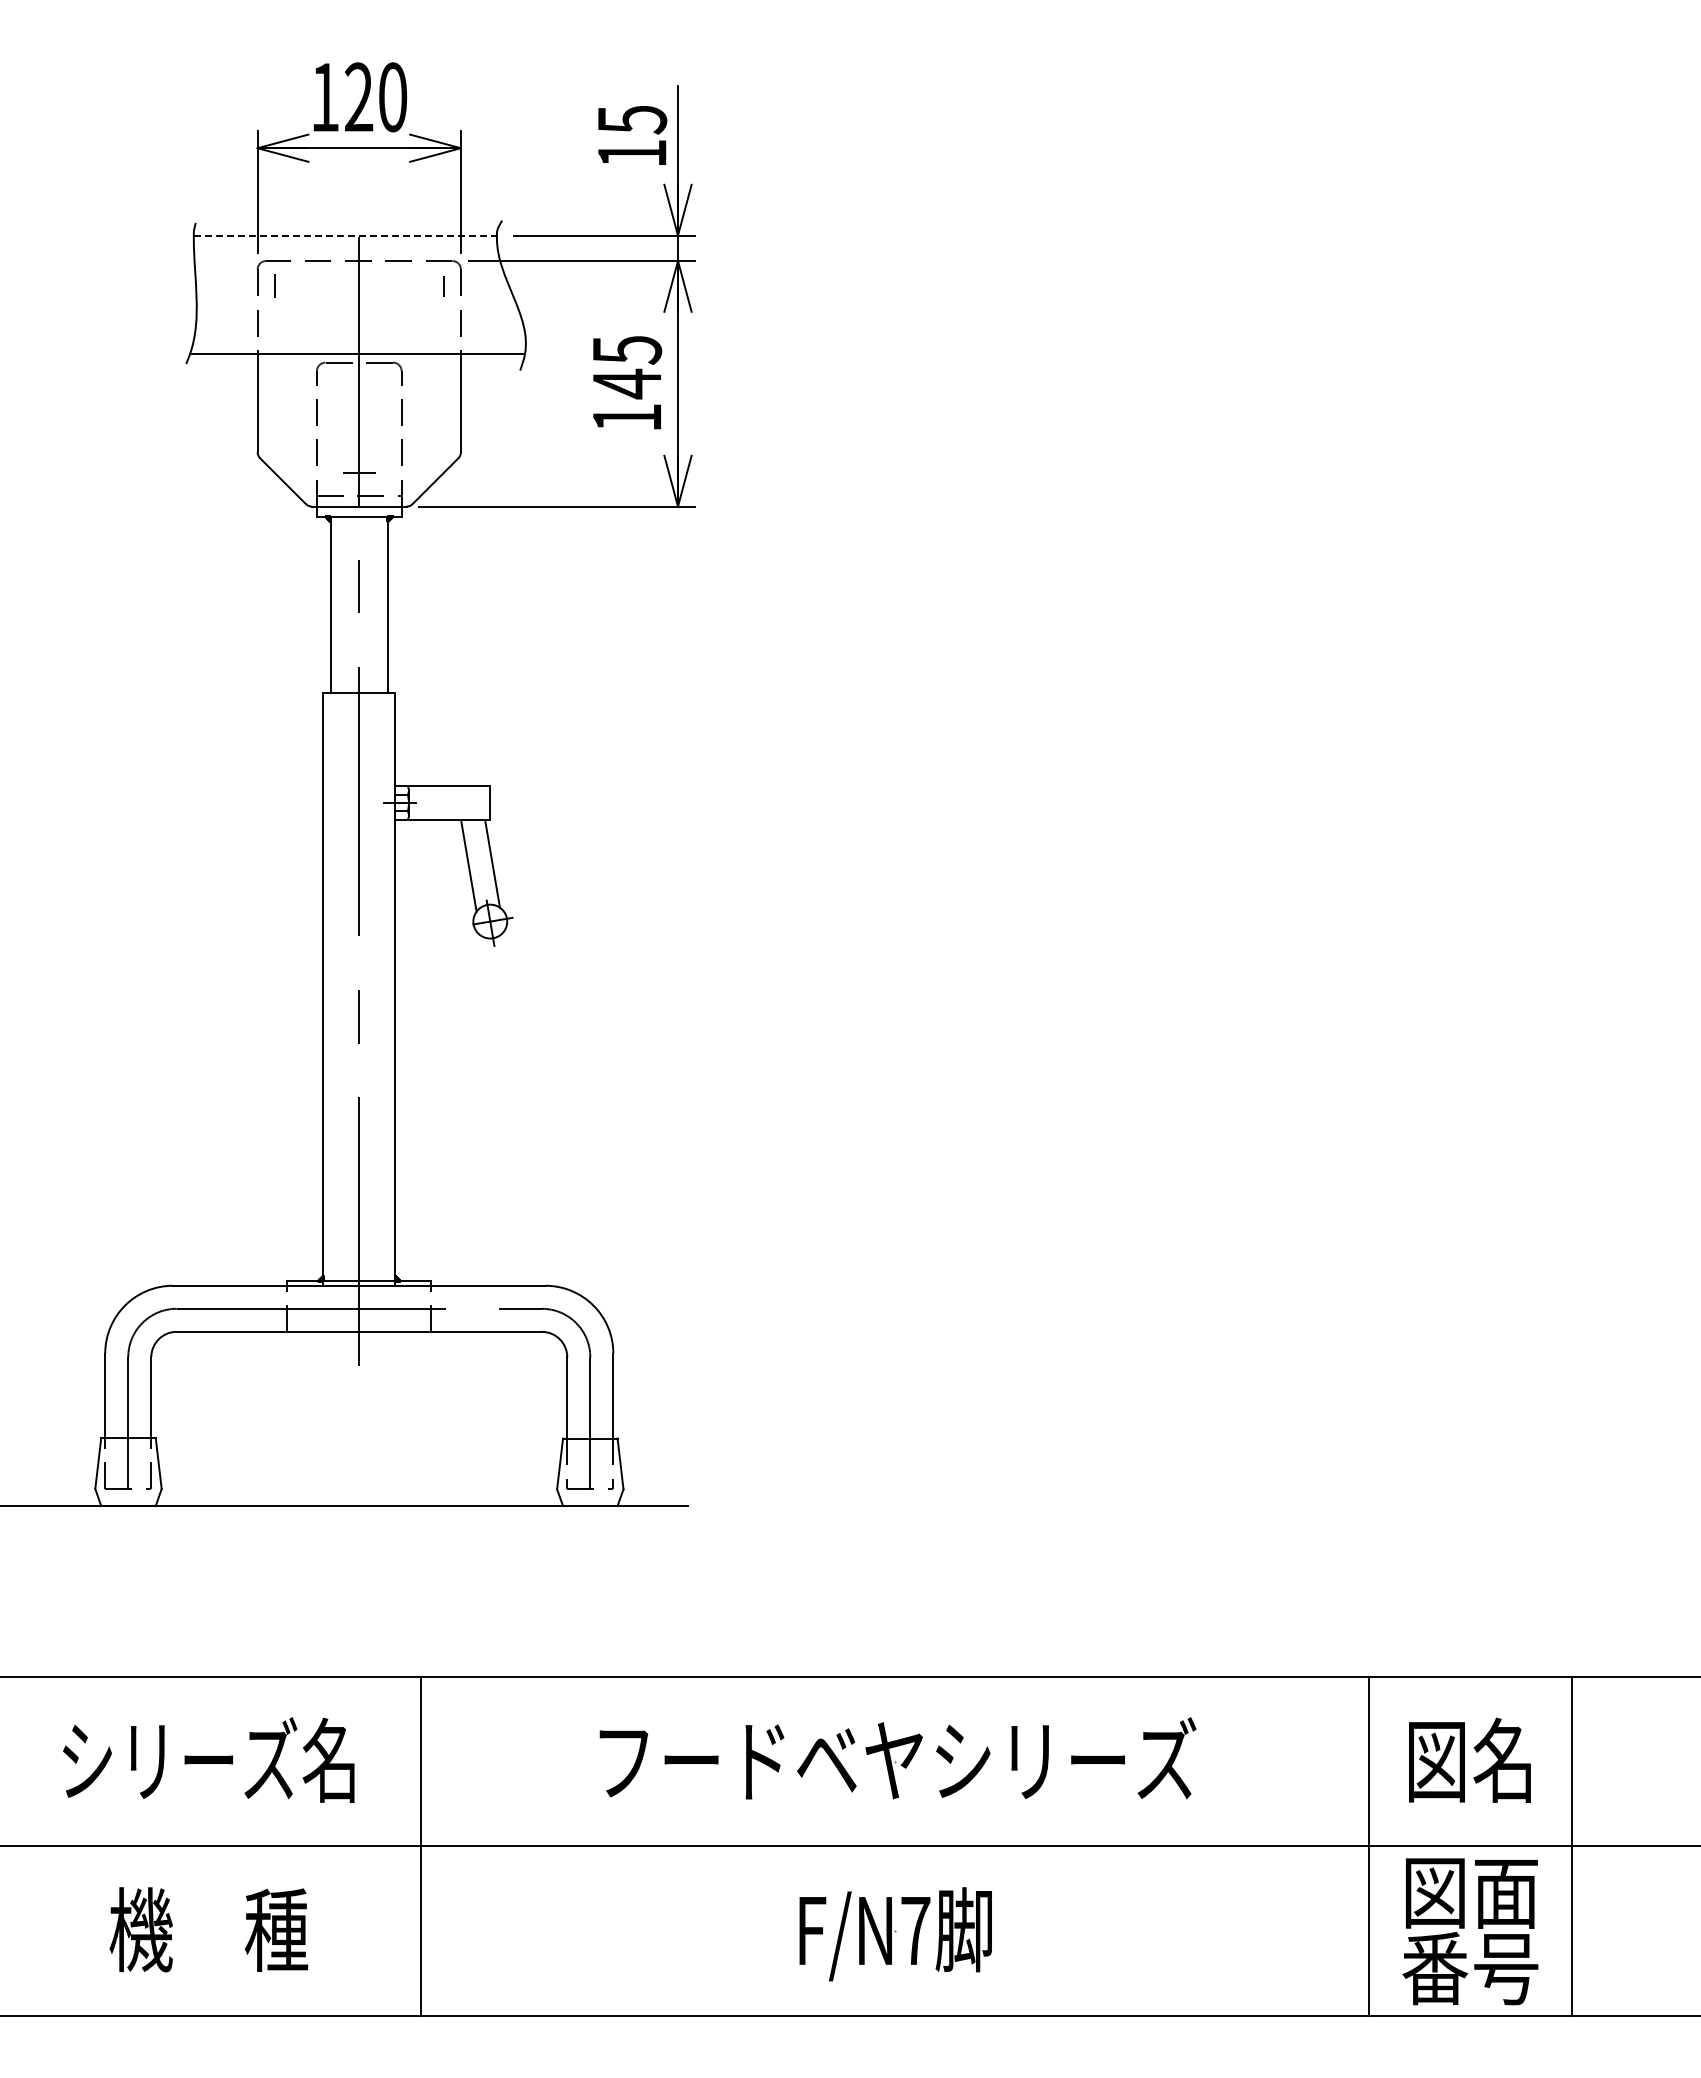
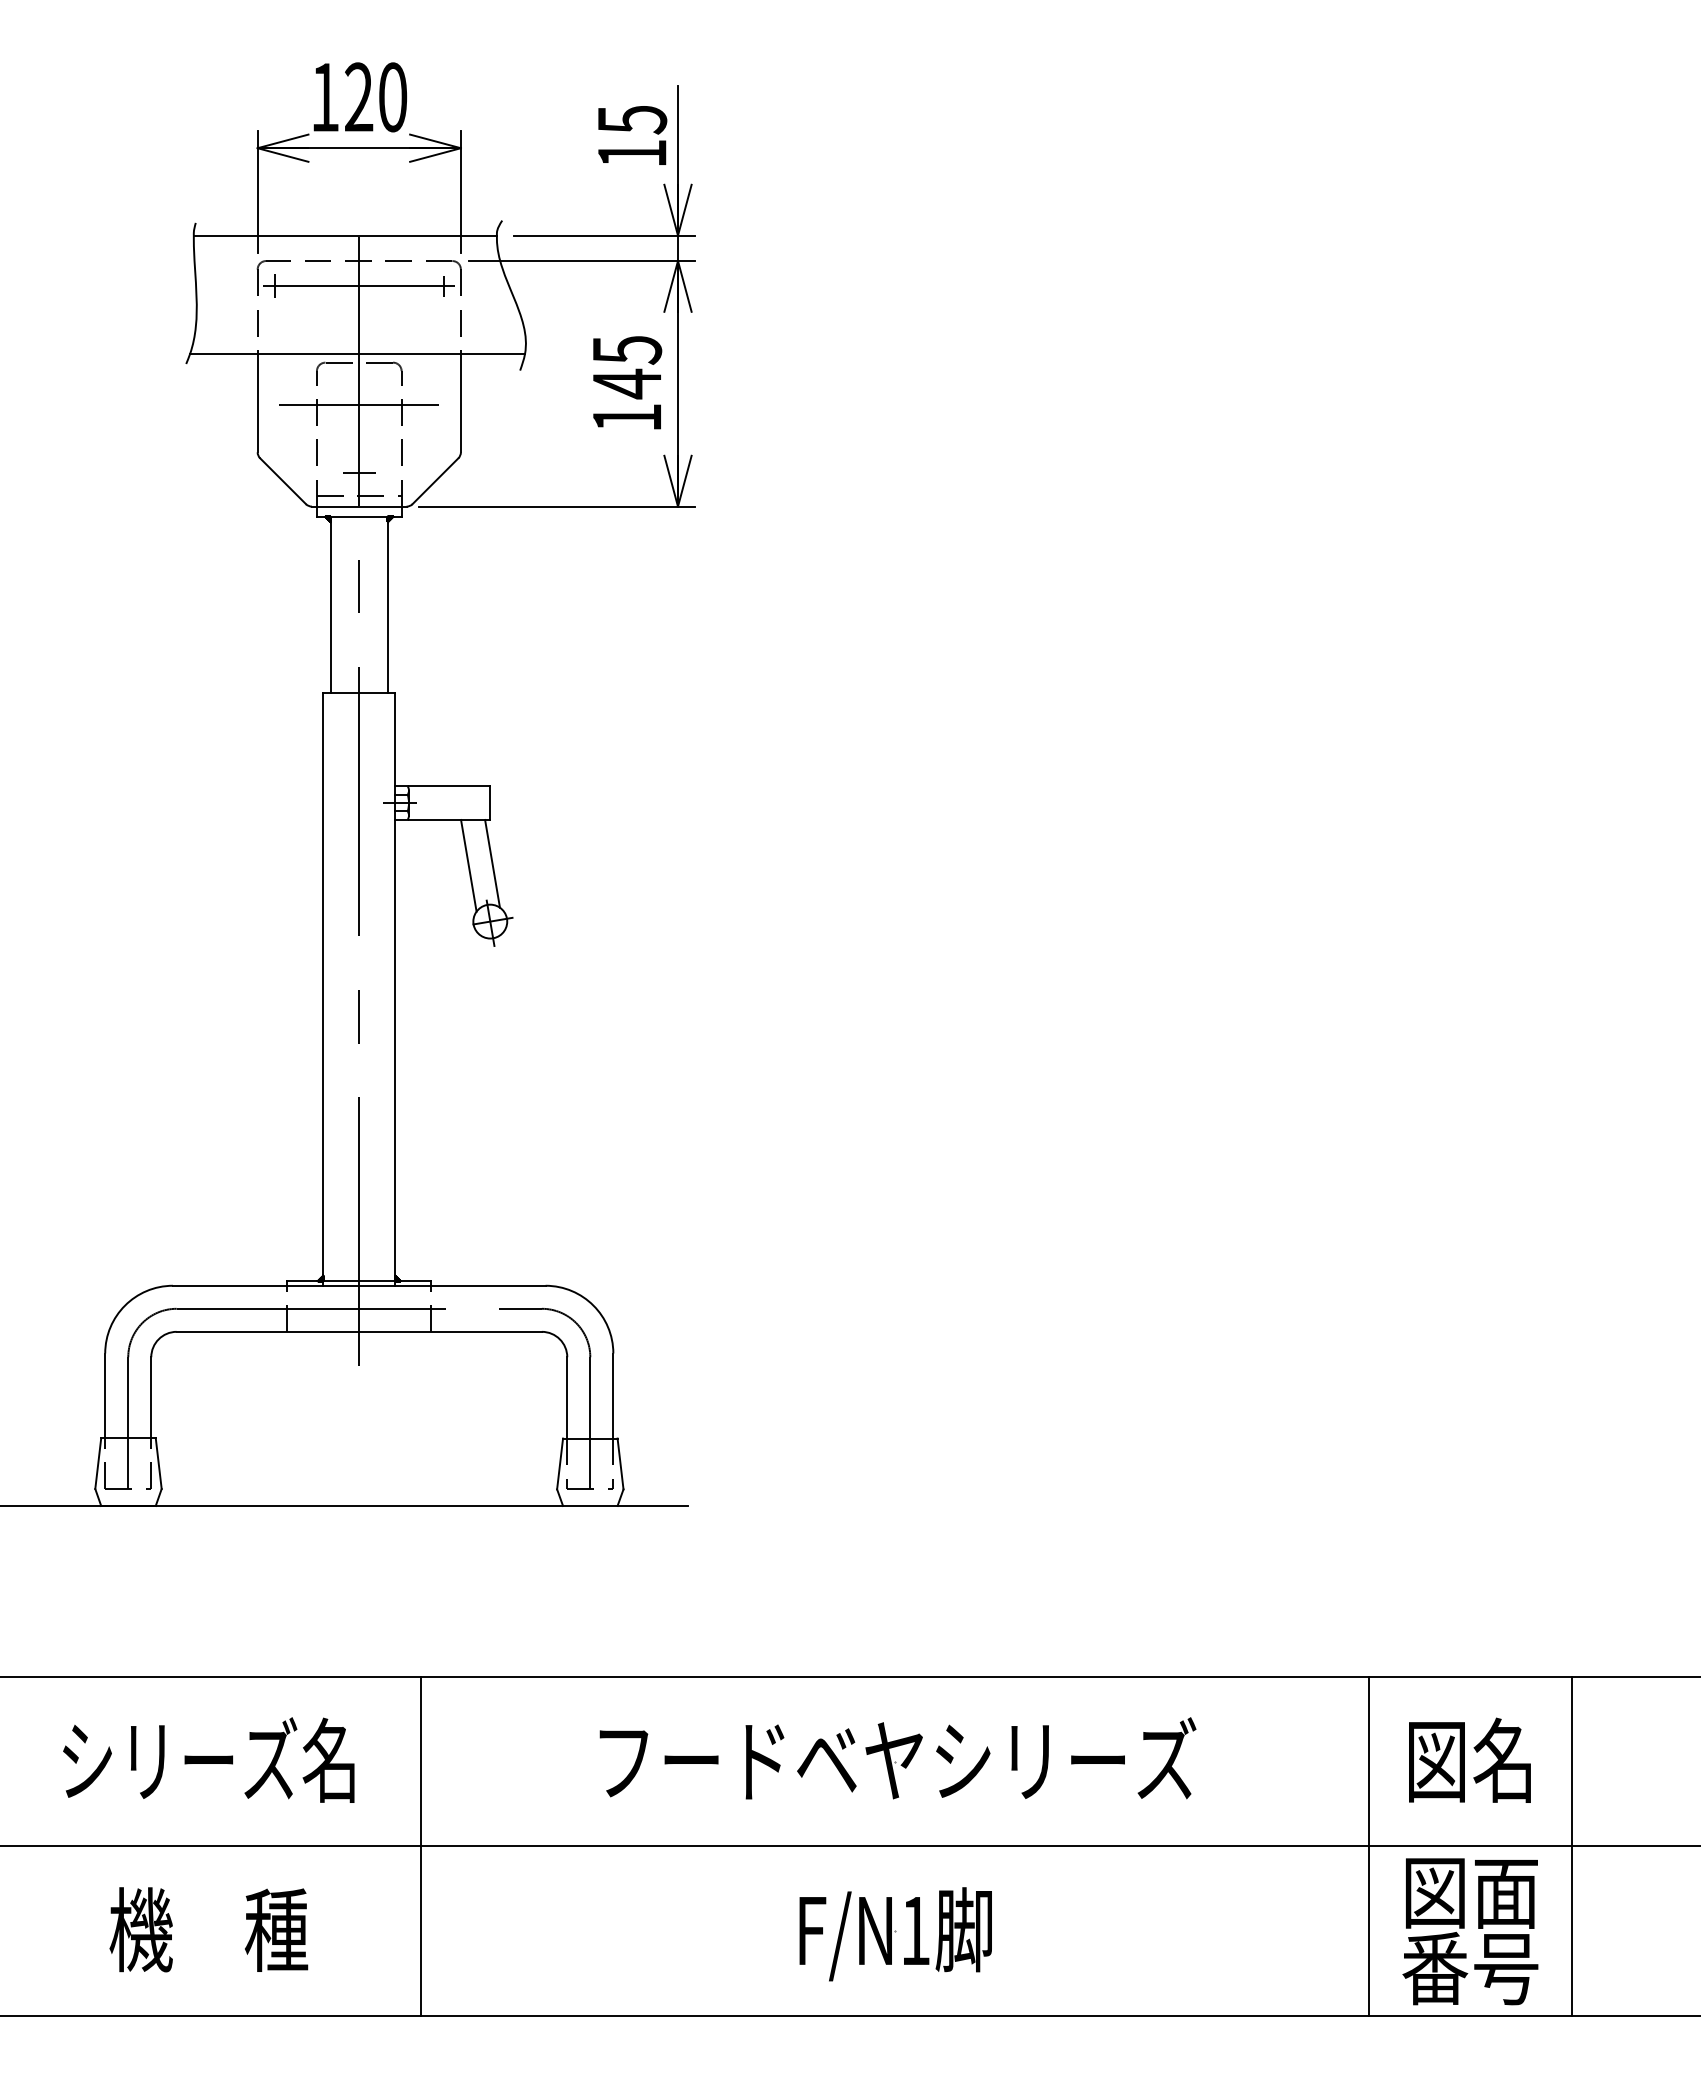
line at (345, 235): dashed -> solid
line at (358, 286): none -> present
line at (359, 405): none -> present
text at (915, 1930): F/N7 -> F/N1
